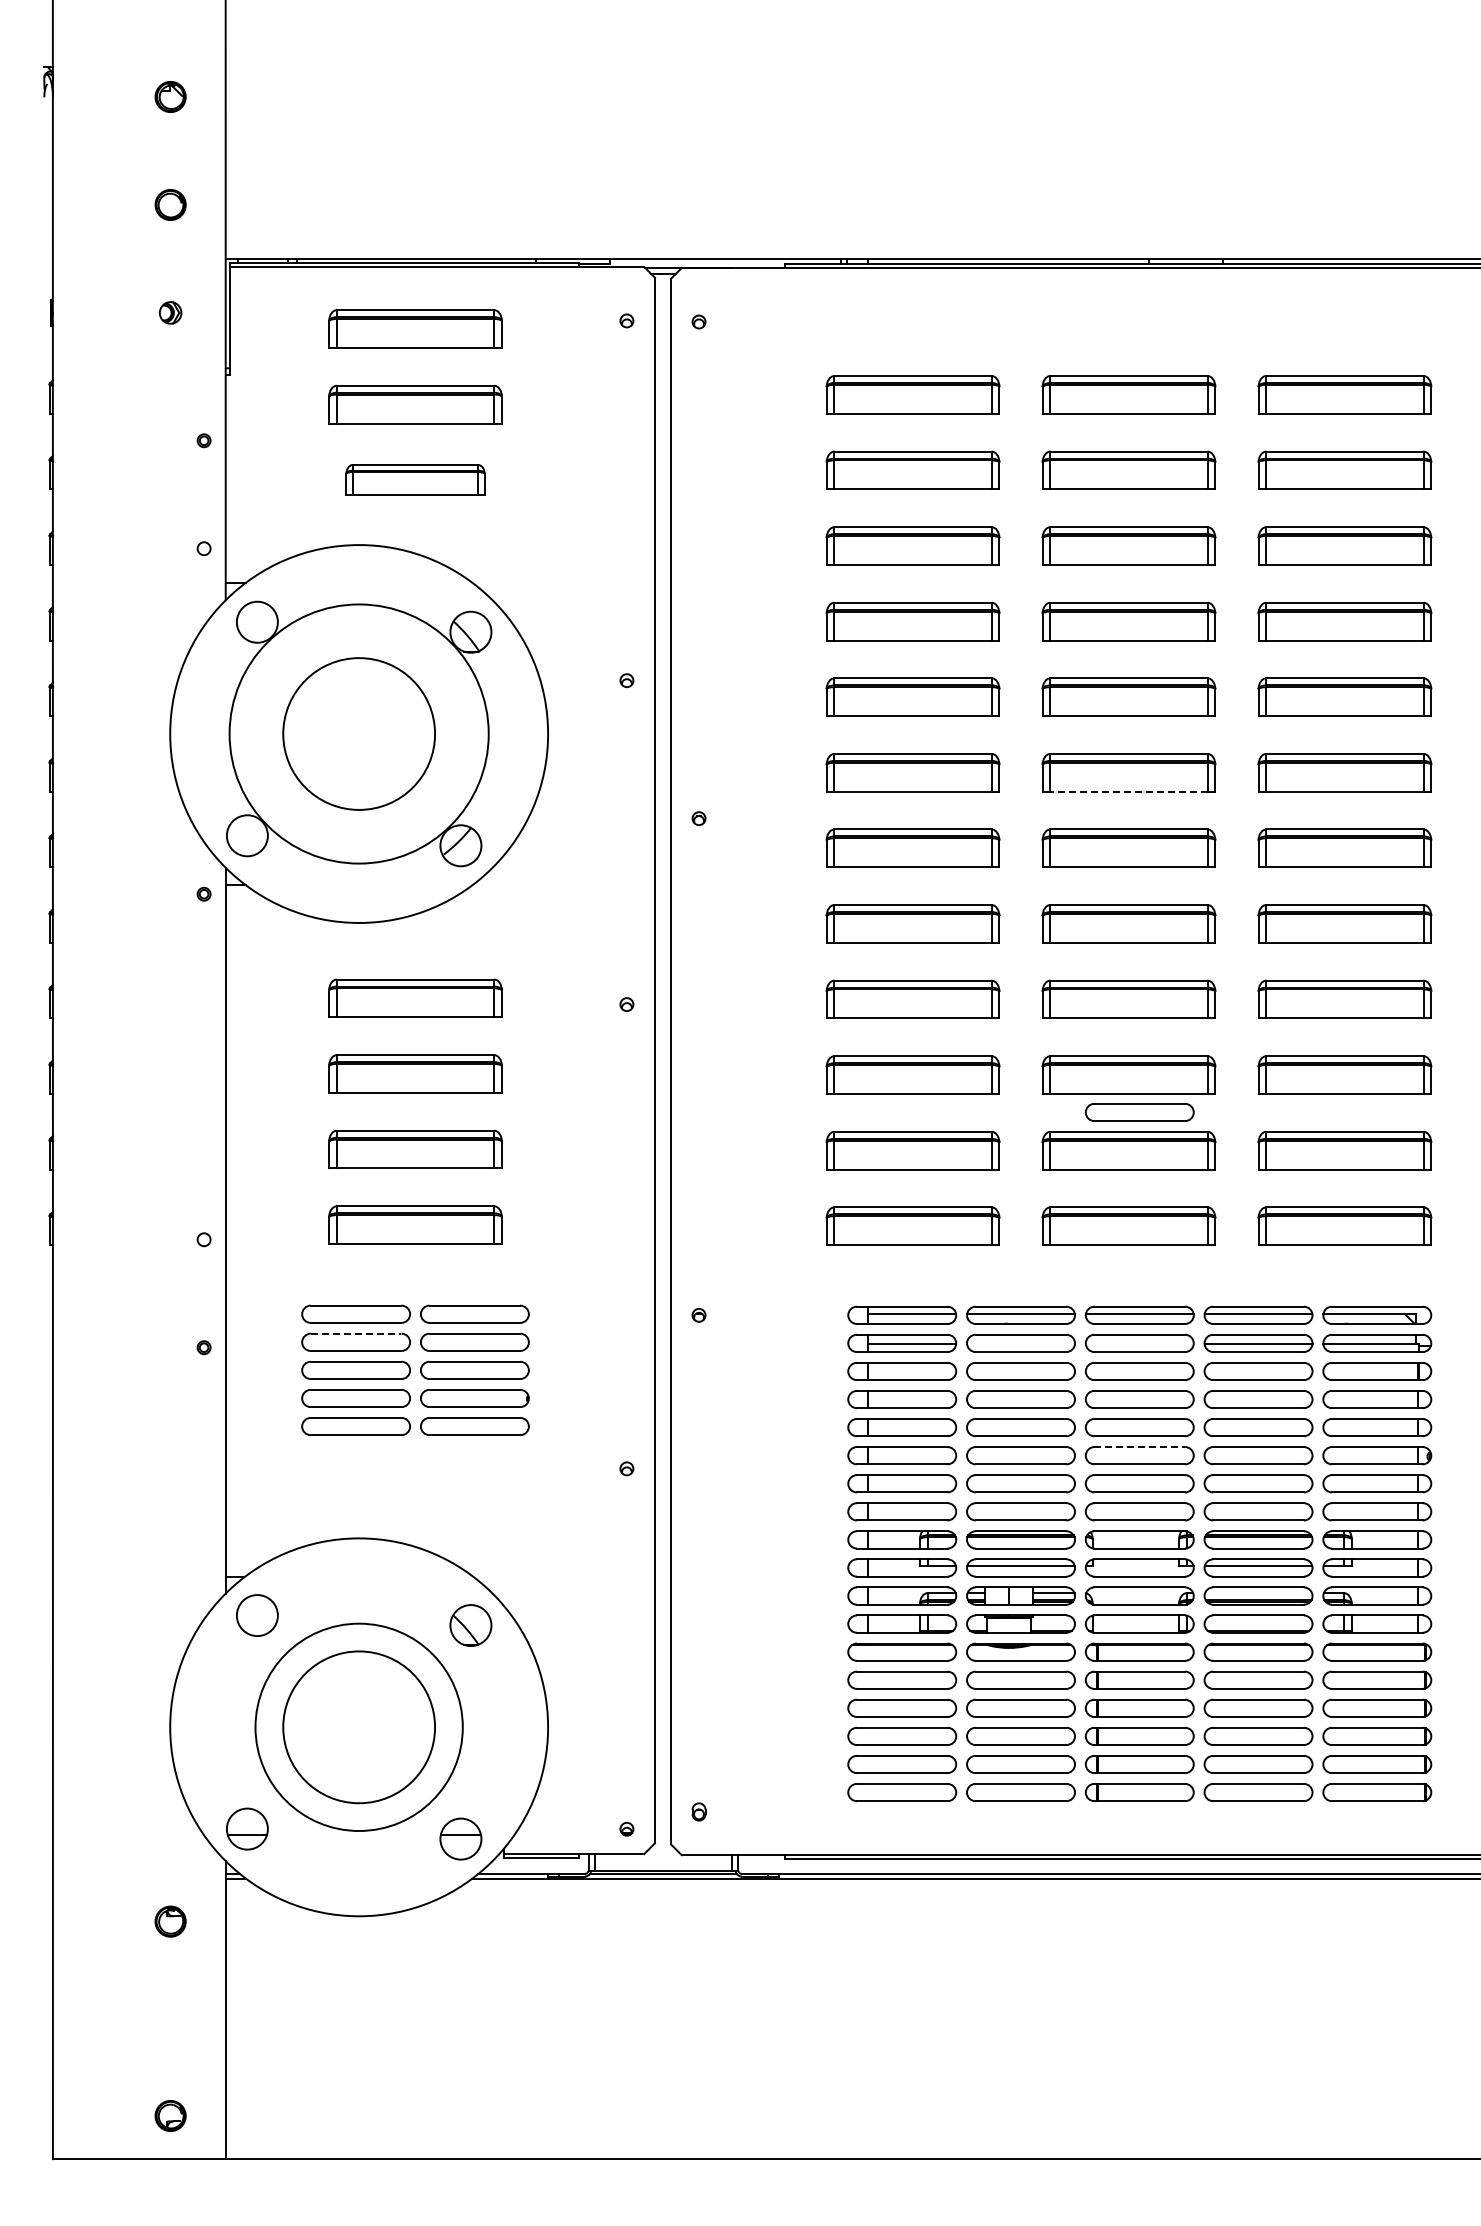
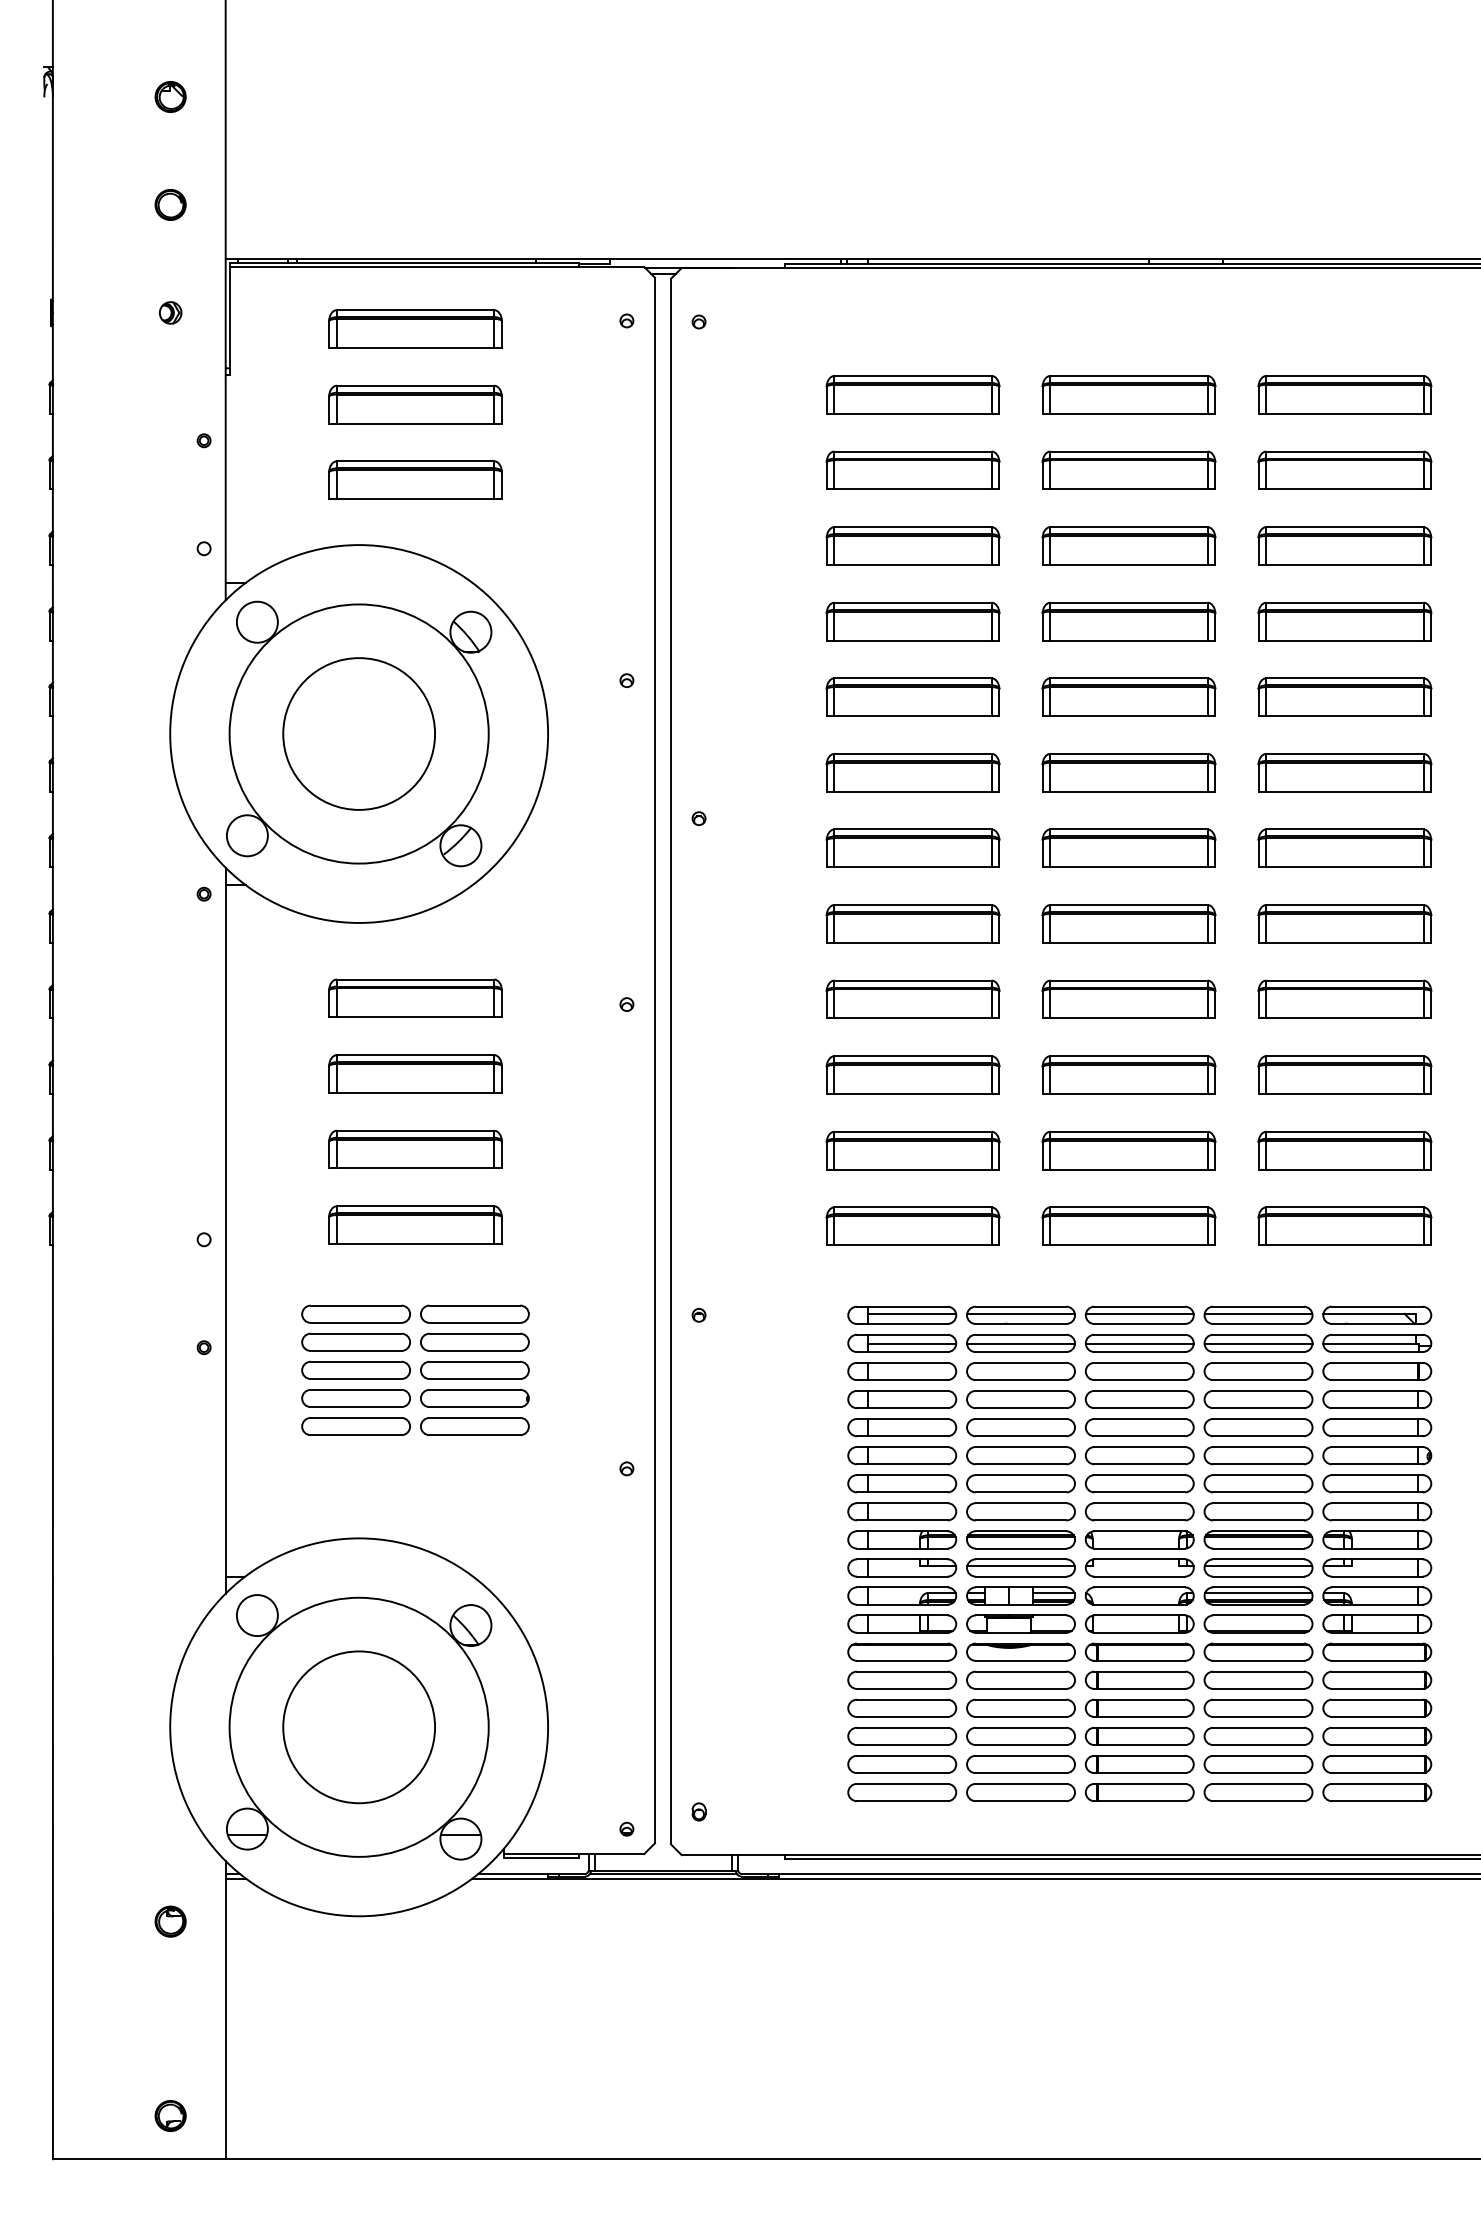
part at (415, 479) size: 141x32 px -> 175x40 px
line at (1128, 791): dashed -> solid
part at (1139, 1112): present -> none
line at (356, 1333): dashed -> solid
line at (1020, 1344): none -> present
line at (1139, 1344): none -> present
line at (1140, 1447): dashed -> solid
line at (1258, 1593): none -> present
circle at (358, 1726) diameter: 207 px -> 259 px
